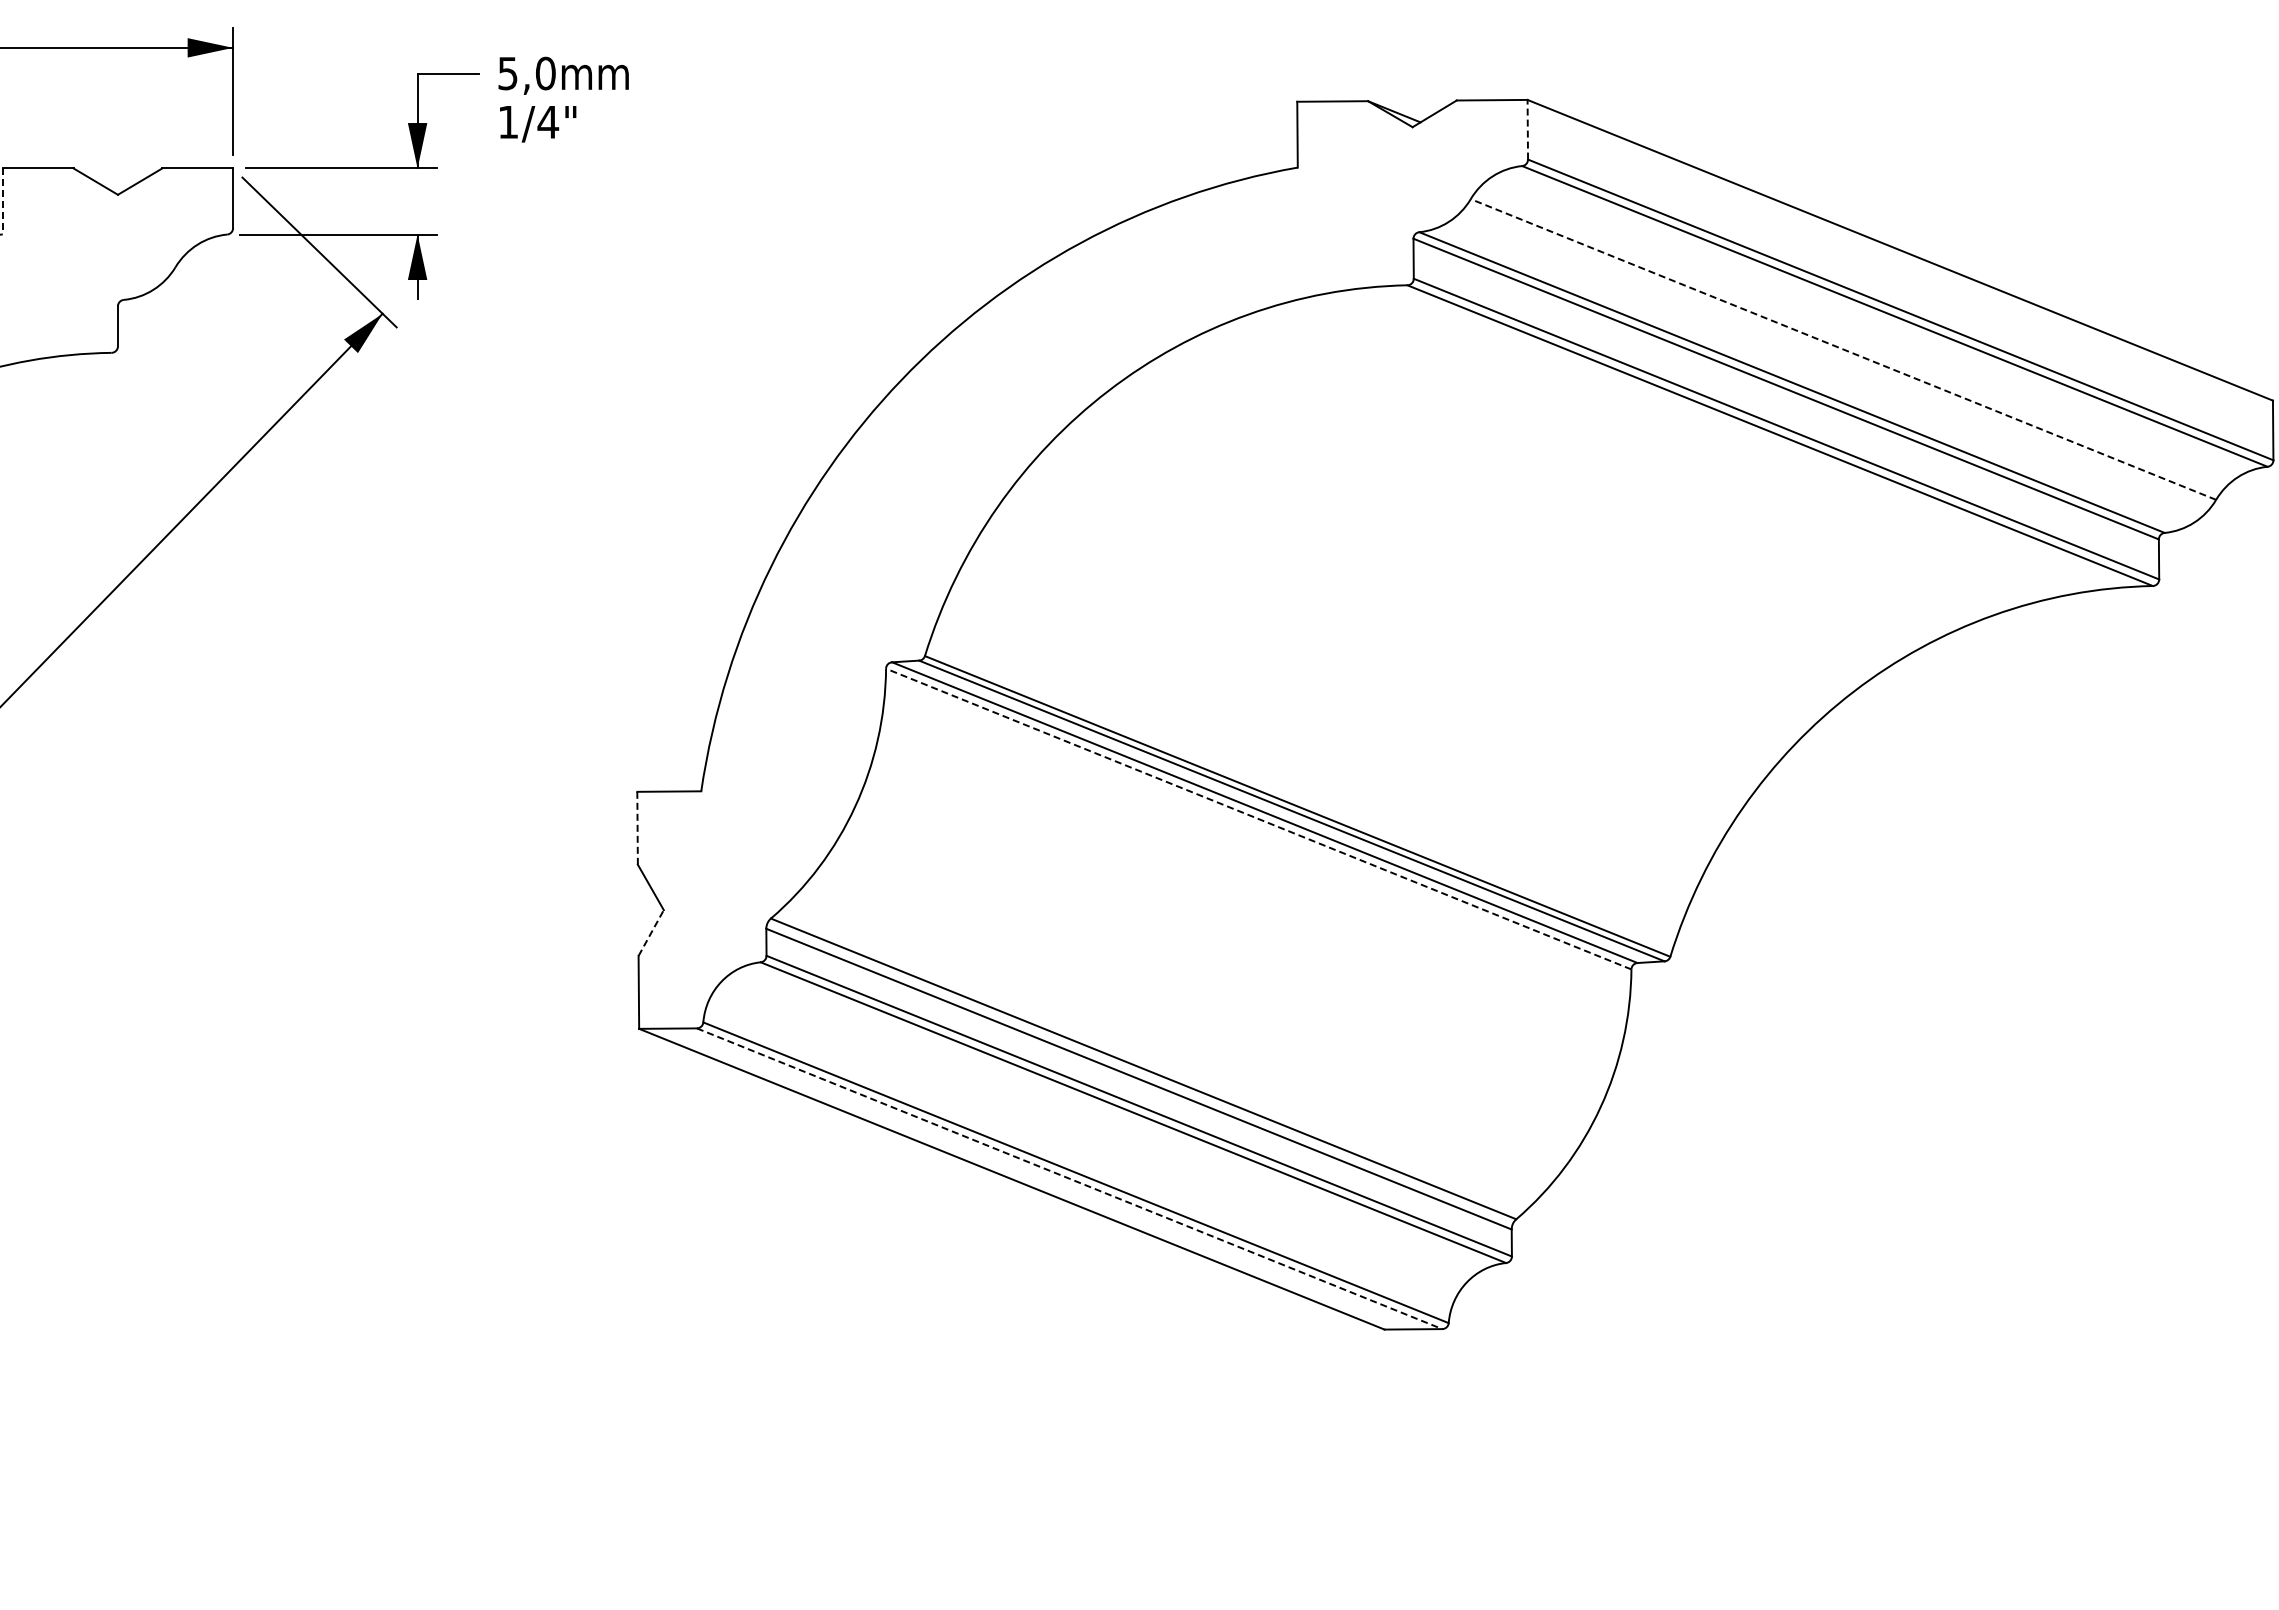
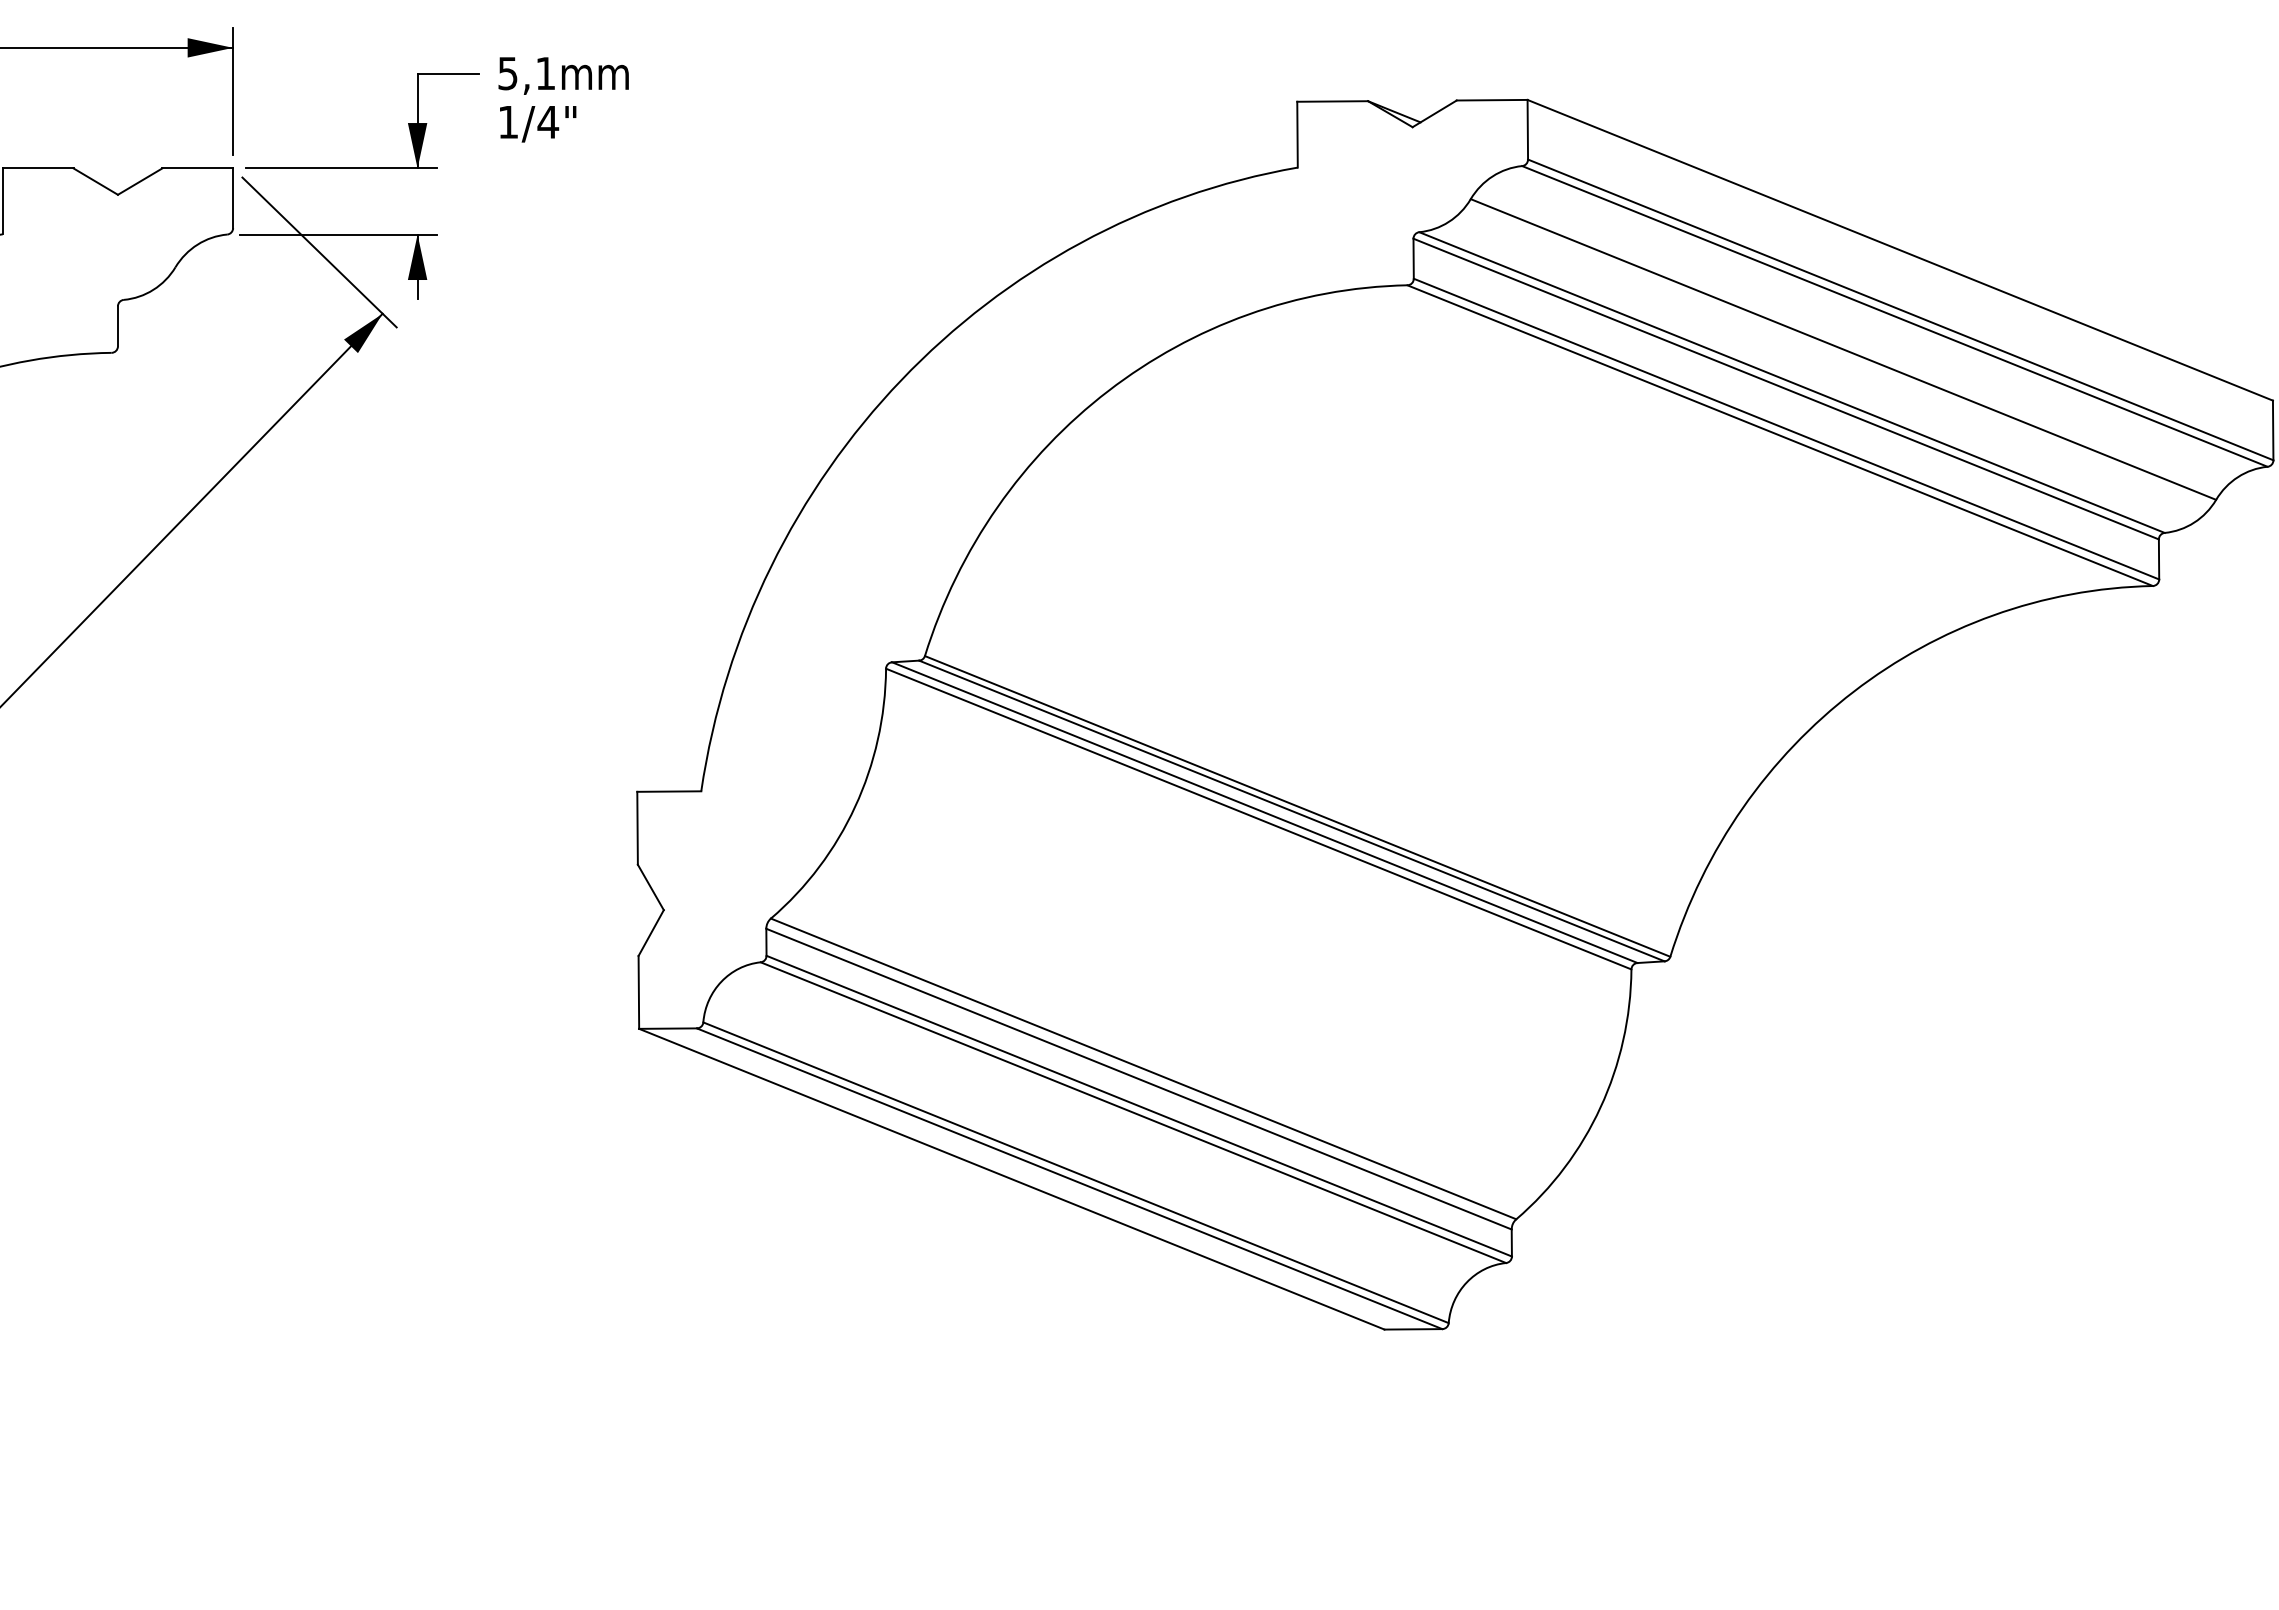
text at (545, 73): 5,0 -> 5,1
line at (1527, 129): dashed -> solid
line at (2, 201): dashed -> solid
line at (1843, 349): dashed -> solid
line at (1258, 819): dashed -> solid
line at (637, 828): dashed -> solid
line at (651, 932): dashed -> solid
line at (1069, 1178): dashed -> solid
